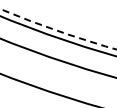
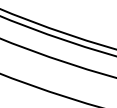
arc at (58, 31): dashed -> solid
